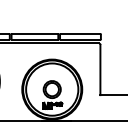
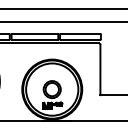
line at (63, 8): none -> present
line at (63, 22): none -> present
